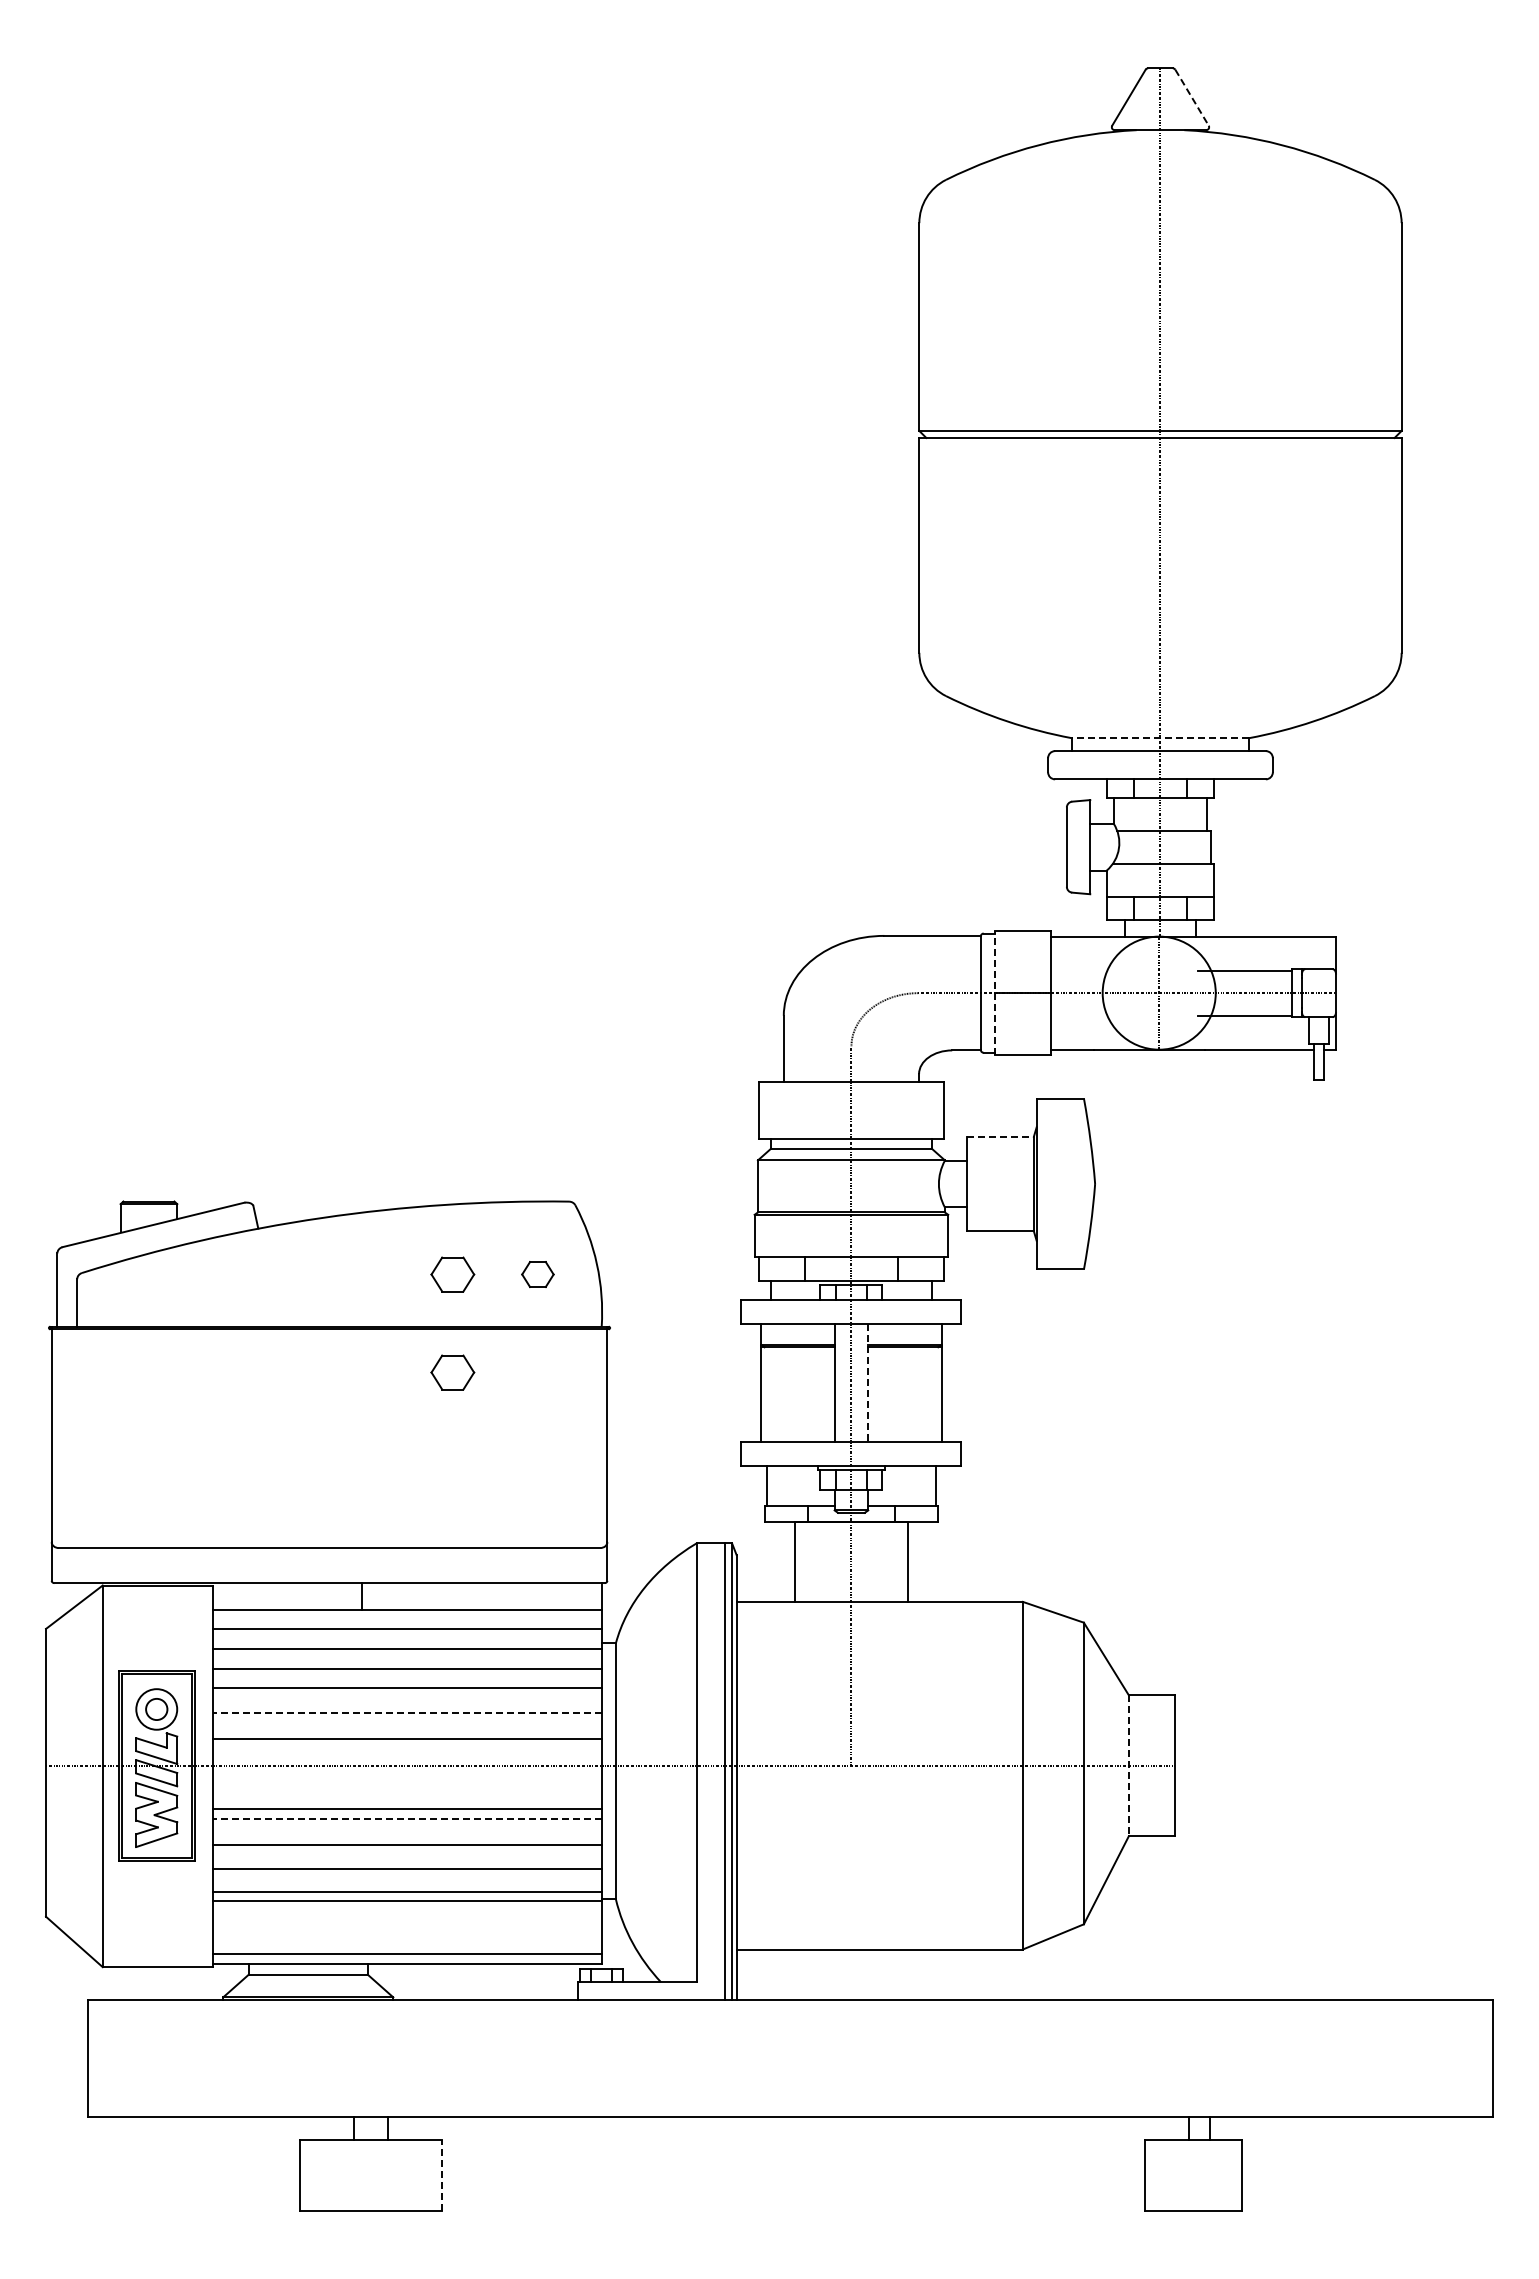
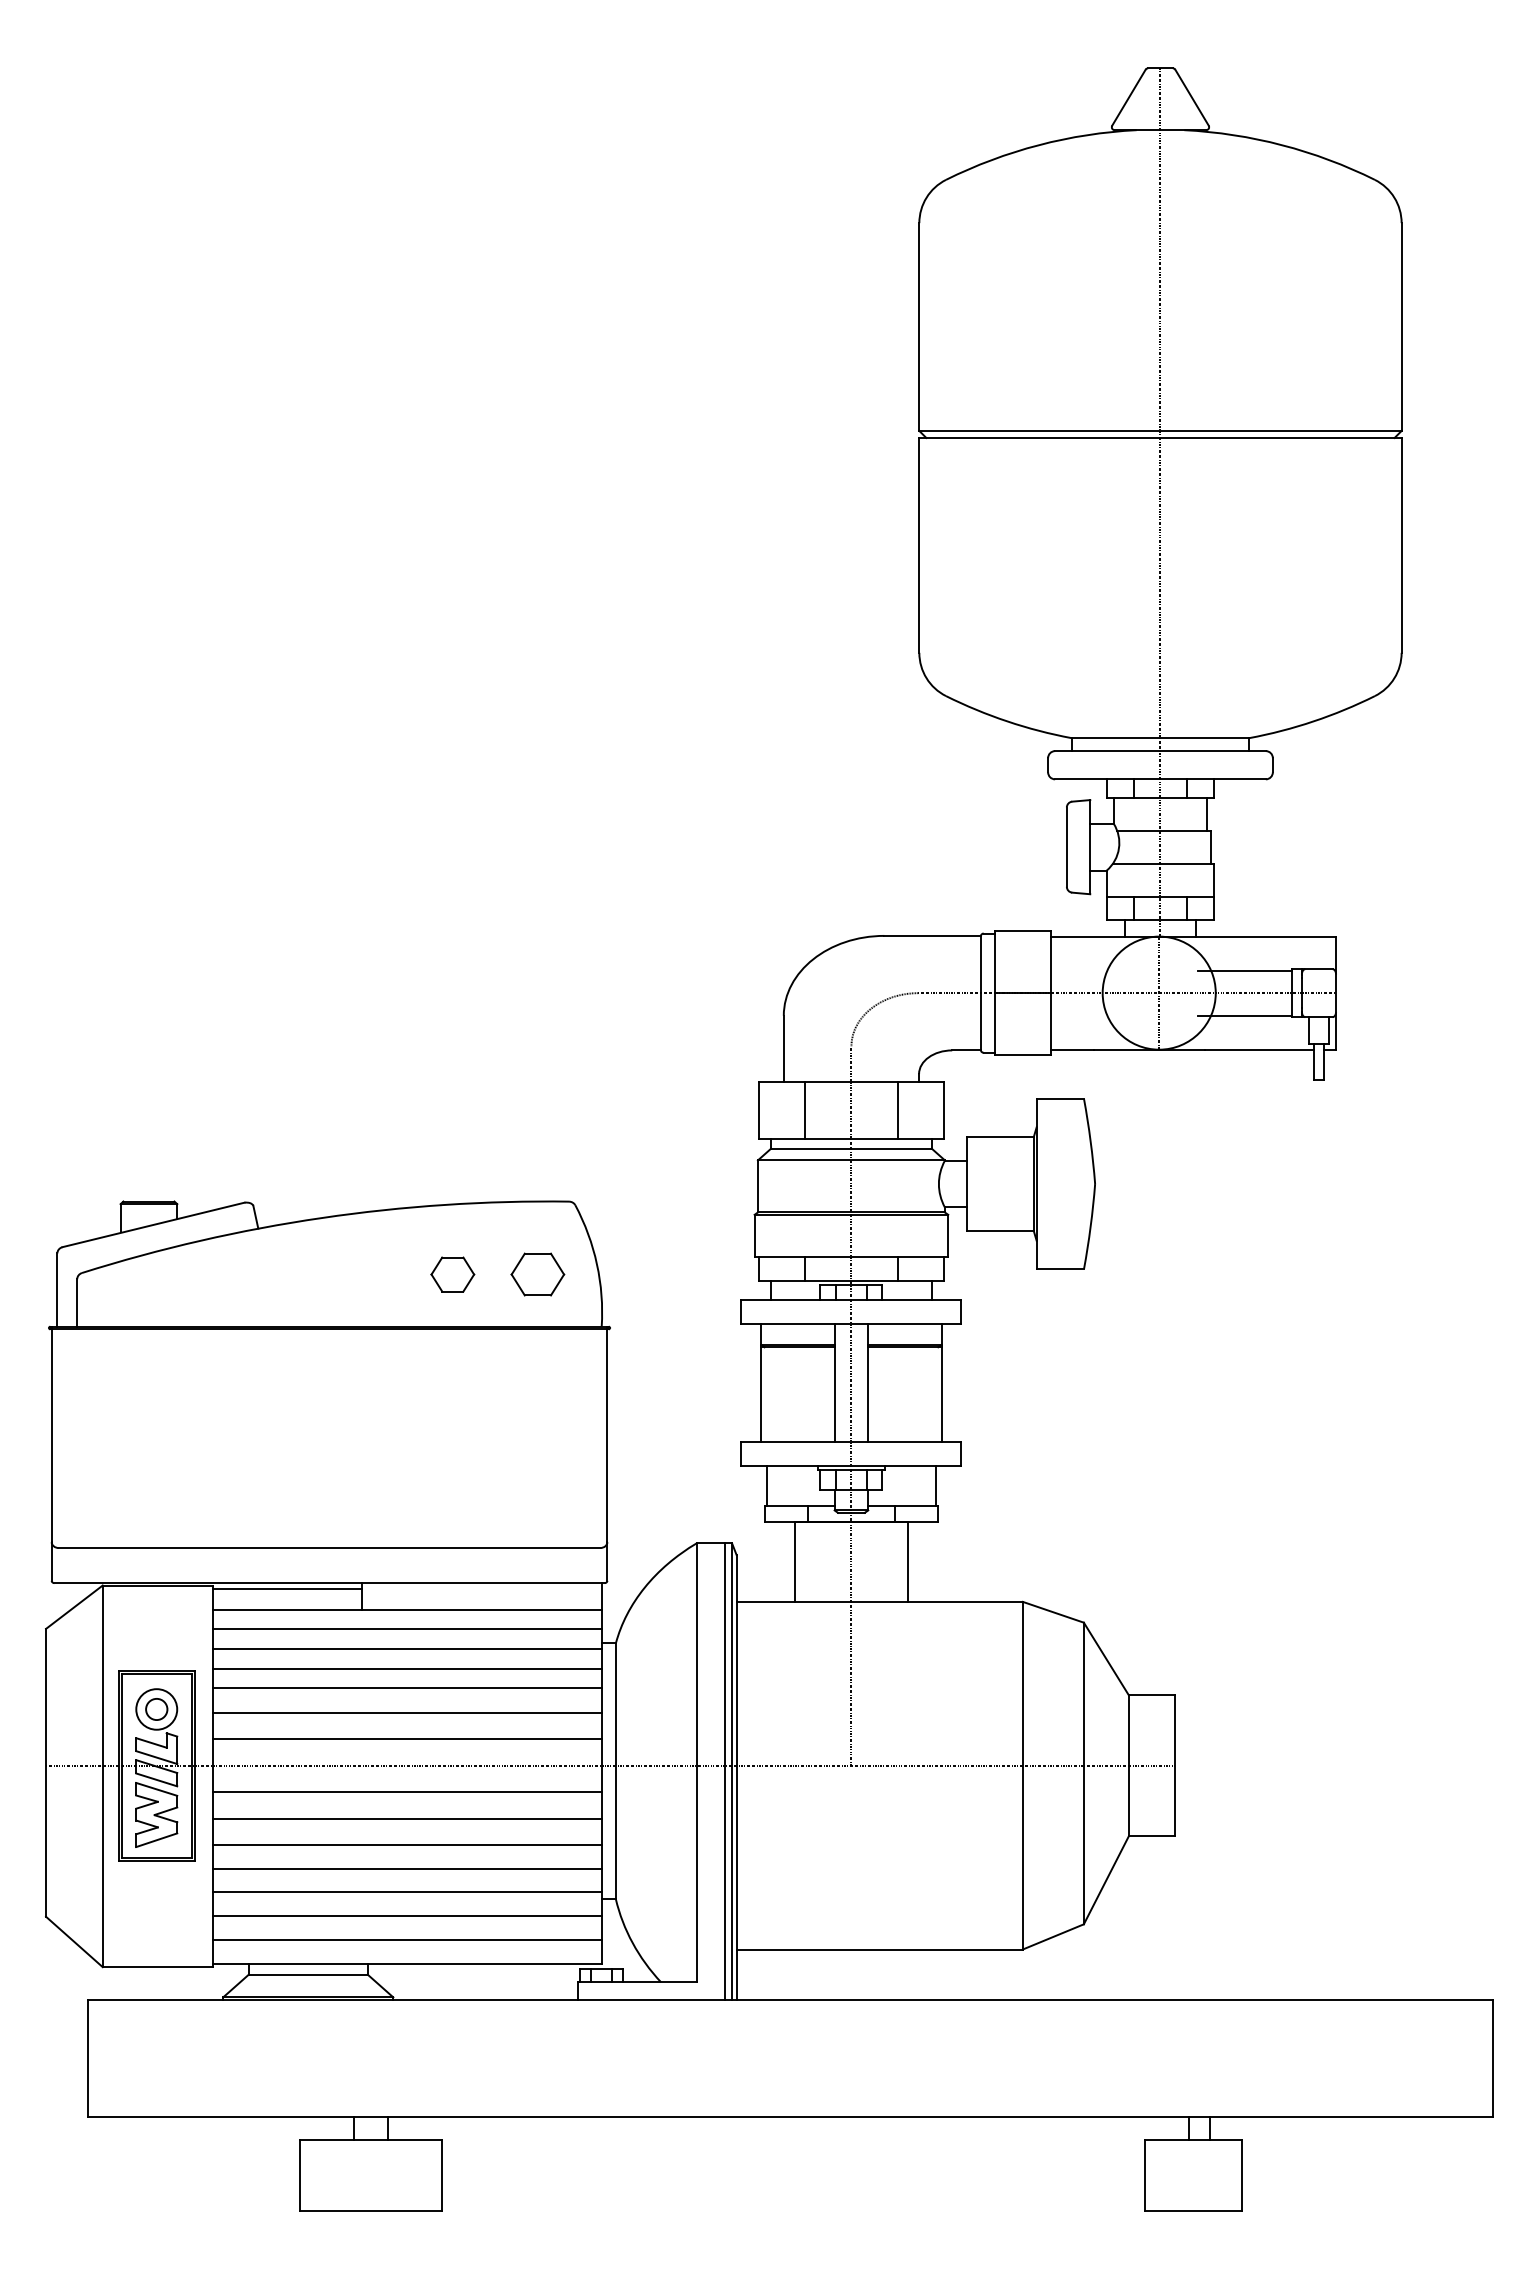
line at (1192, 97): dashed -> solid
line at (1160, 738): dashed -> solid
line at (994, 993): dashed -> solid
line at (804, 1110): none -> present
line at (897, 1110): none -> present
line at (1000, 1136): dashed -> solid
part at (537, 1274) size: 34x27 px -> 56x45 px
part at (452, 1372): present -> none
line at (868, 1383): dashed -> solid
line at (286, 1588): none -> present
line at (406, 1712): dashed -> solid
line at (1128, 1765): dashed -> solid
line at (406, 1809) position: (406, 1809) -> (406, 1792)
line at (406, 1819): dashed -> solid
line at (406, 1901) position: (406, 1901) -> (406, 1916)
line at (406, 1954) position: (406, 1954) -> (406, 1940)
line at (441, 2175): dashed -> solid
